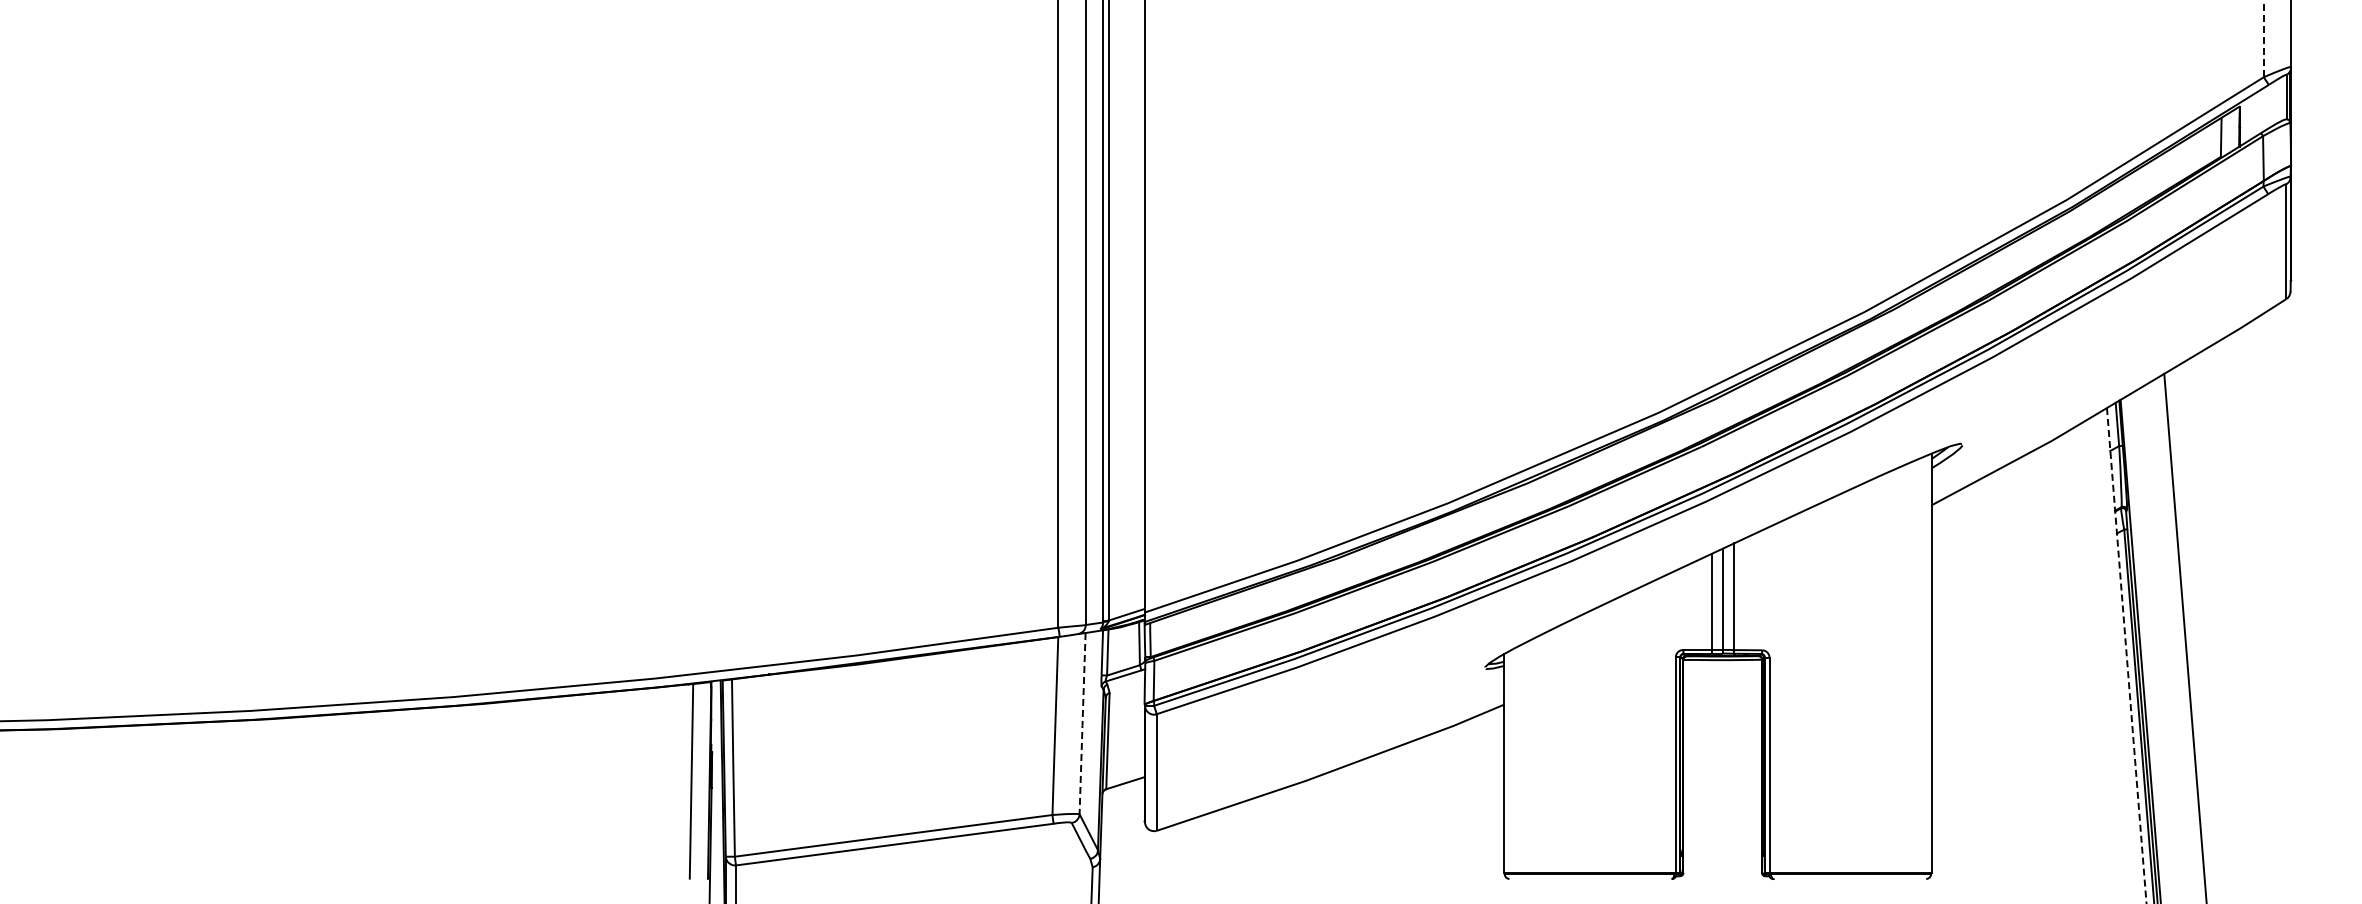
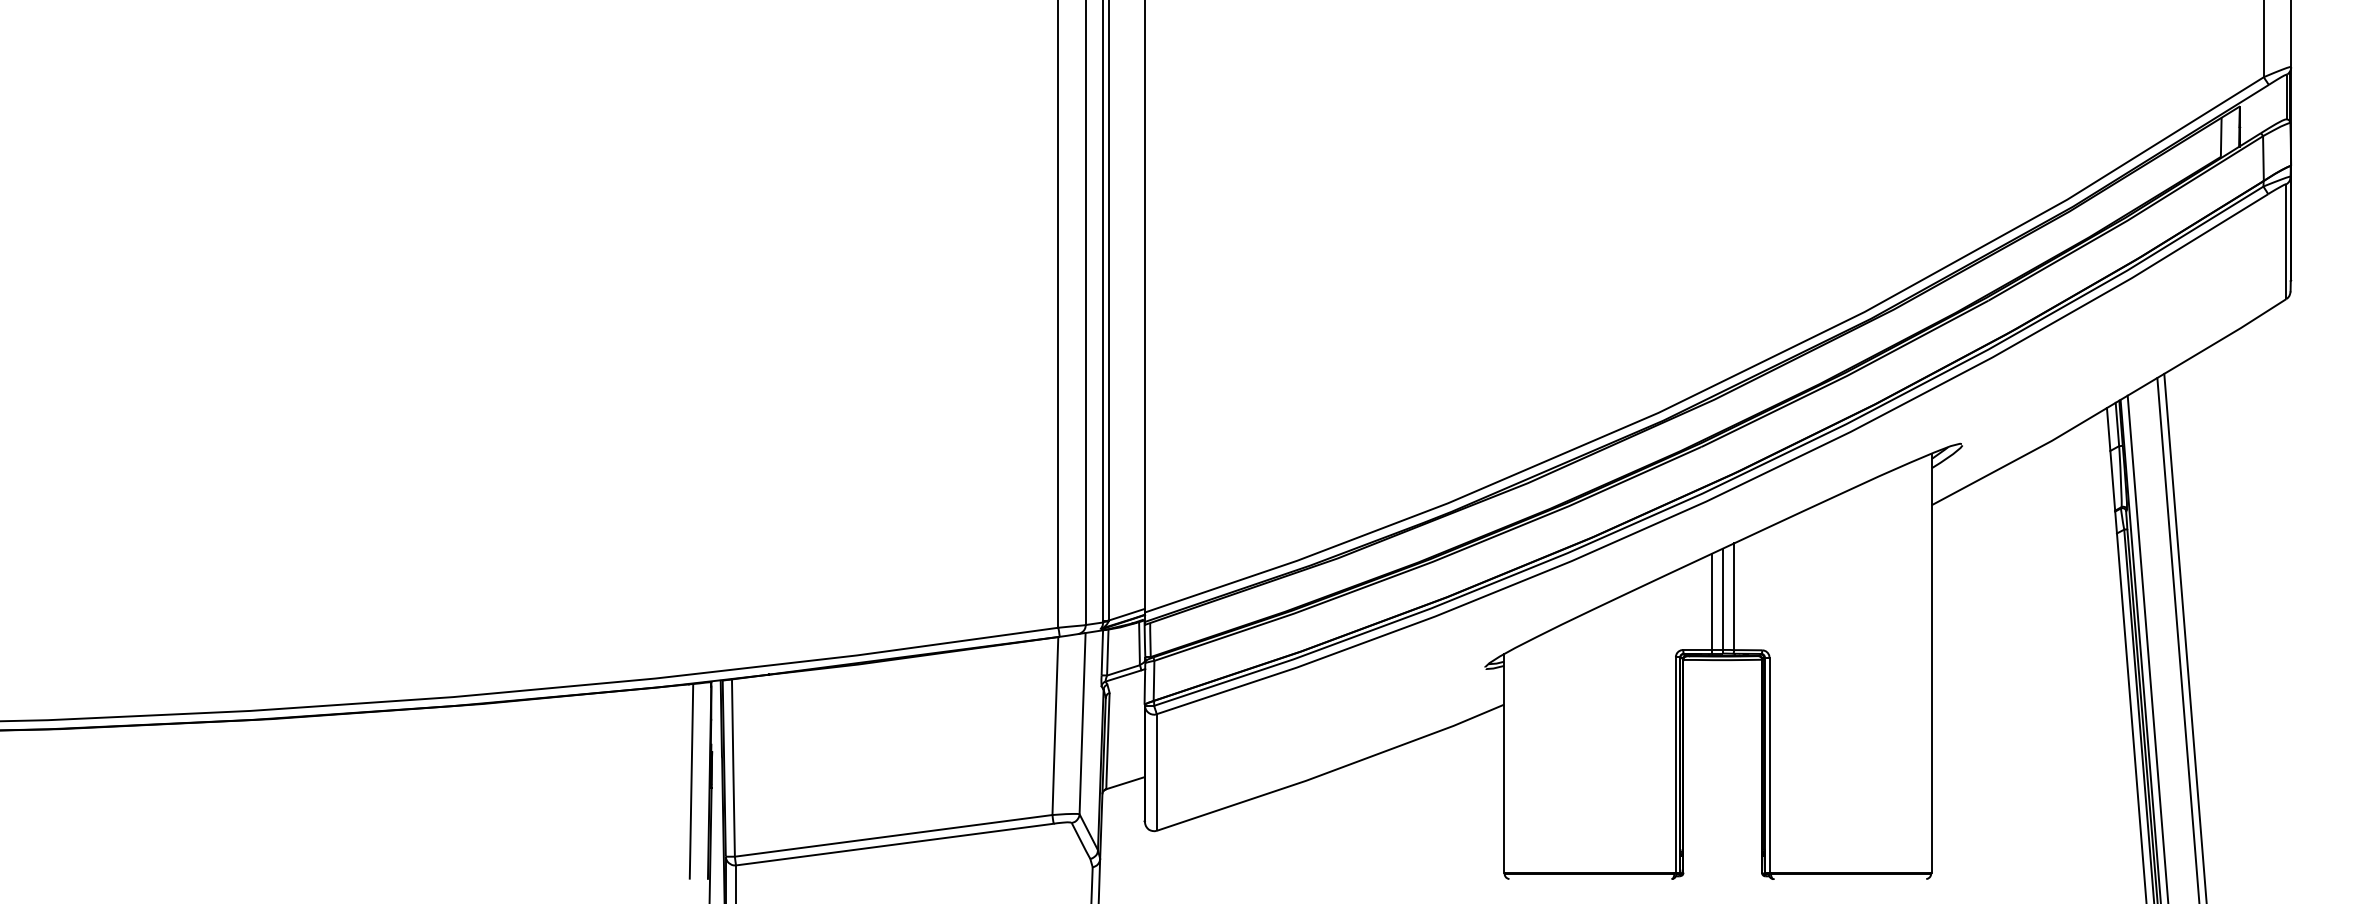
line at (2263, 38): dashed -> solid
line at (2178, 639): none -> present
line at (2147, 647): none -> present
line at (2126, 656): dashed -> solid
line at (1082, 724): dashed -> solid
